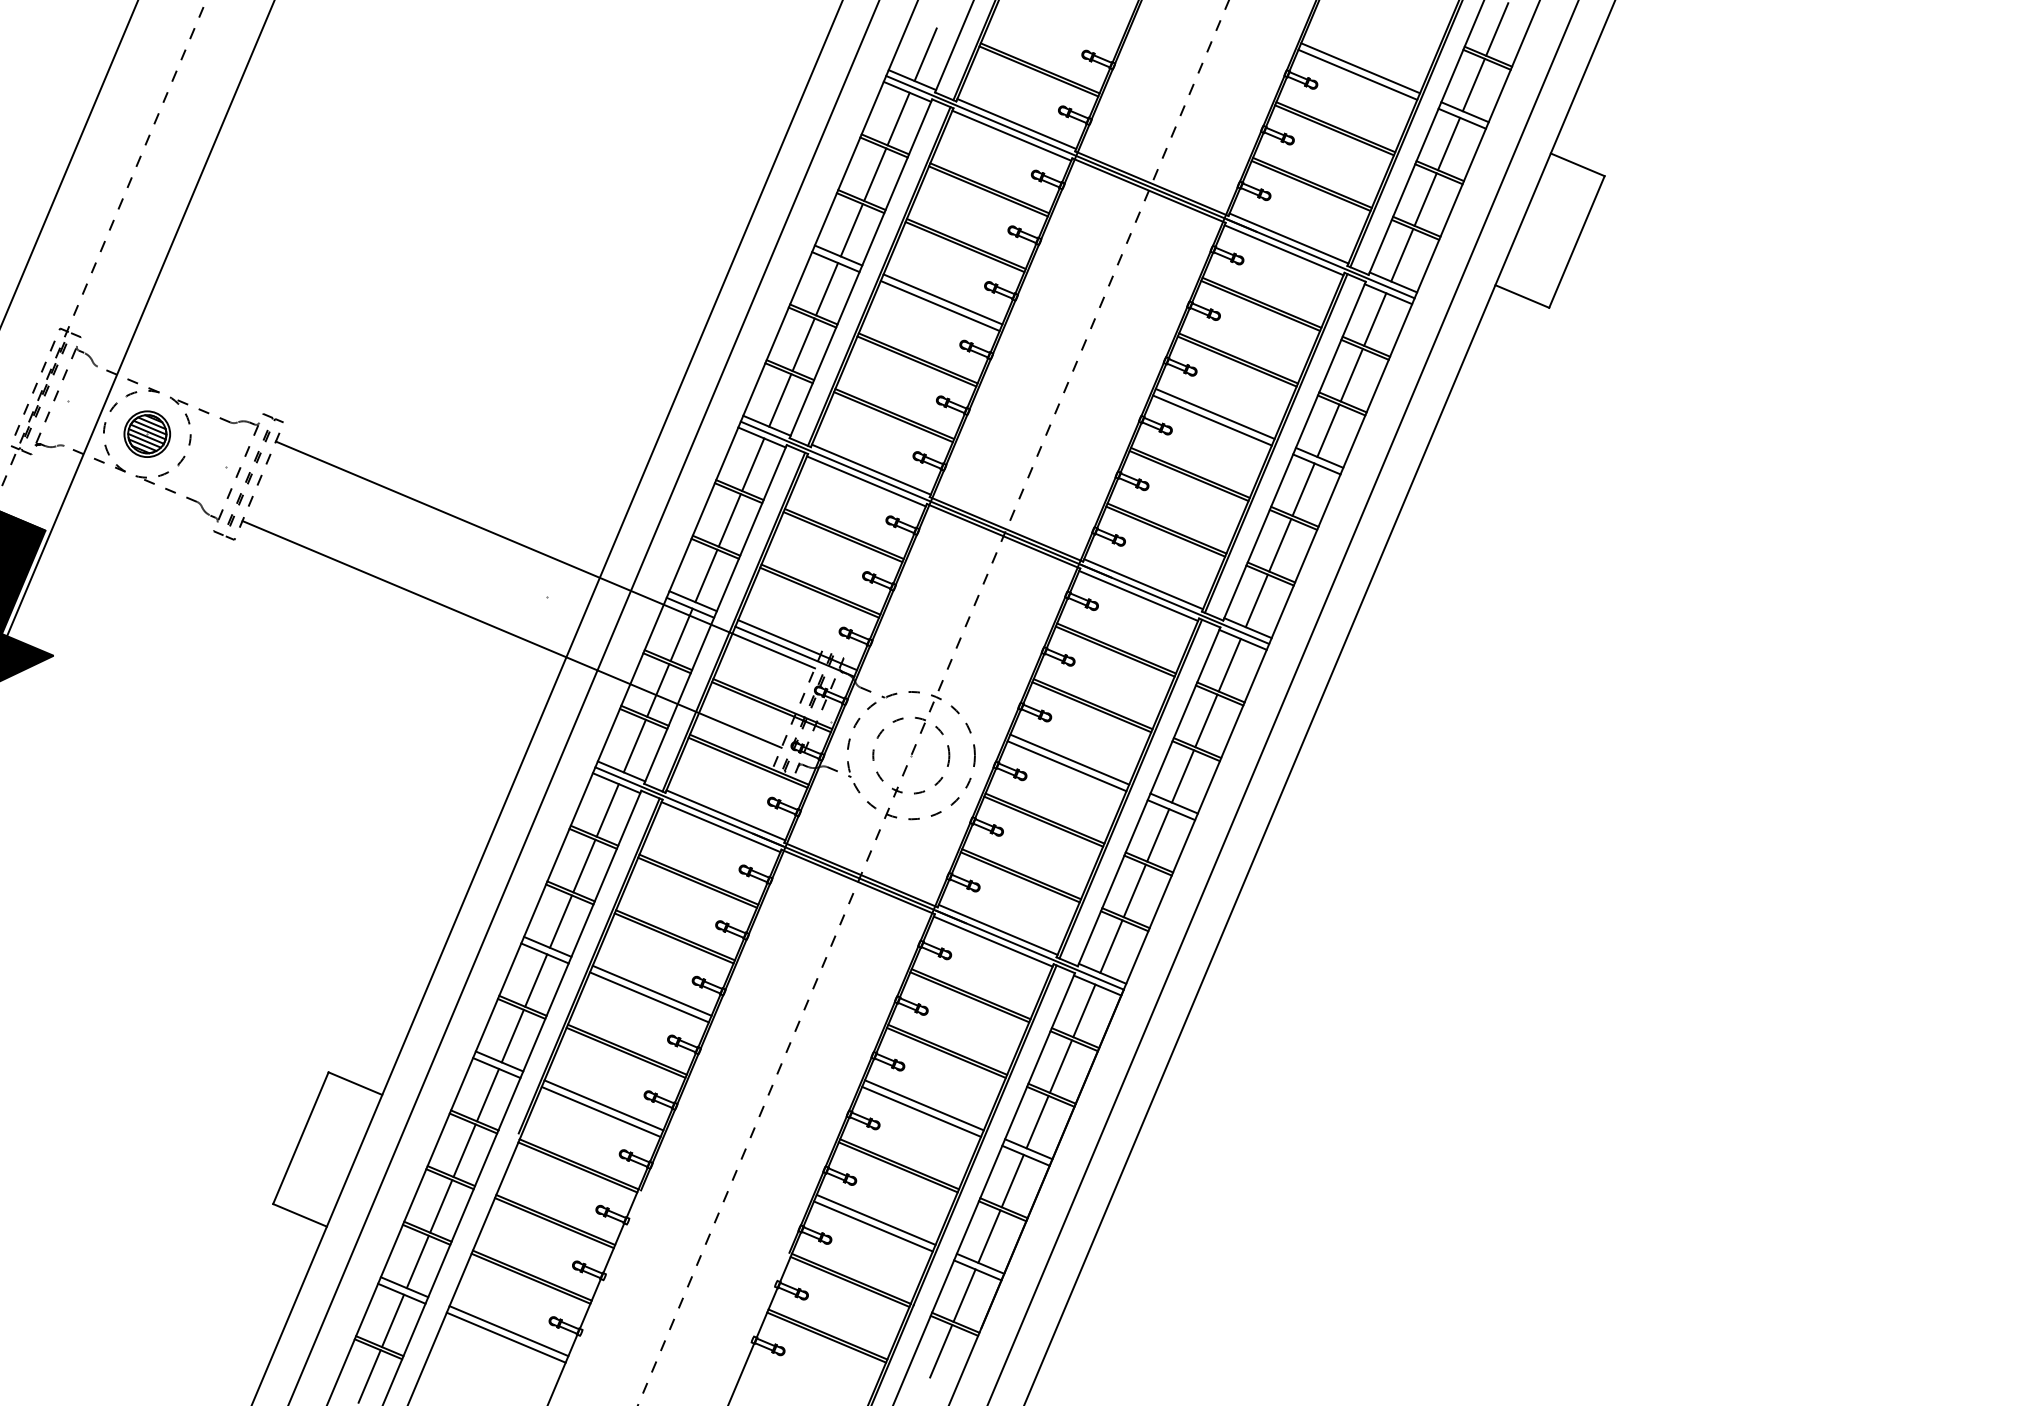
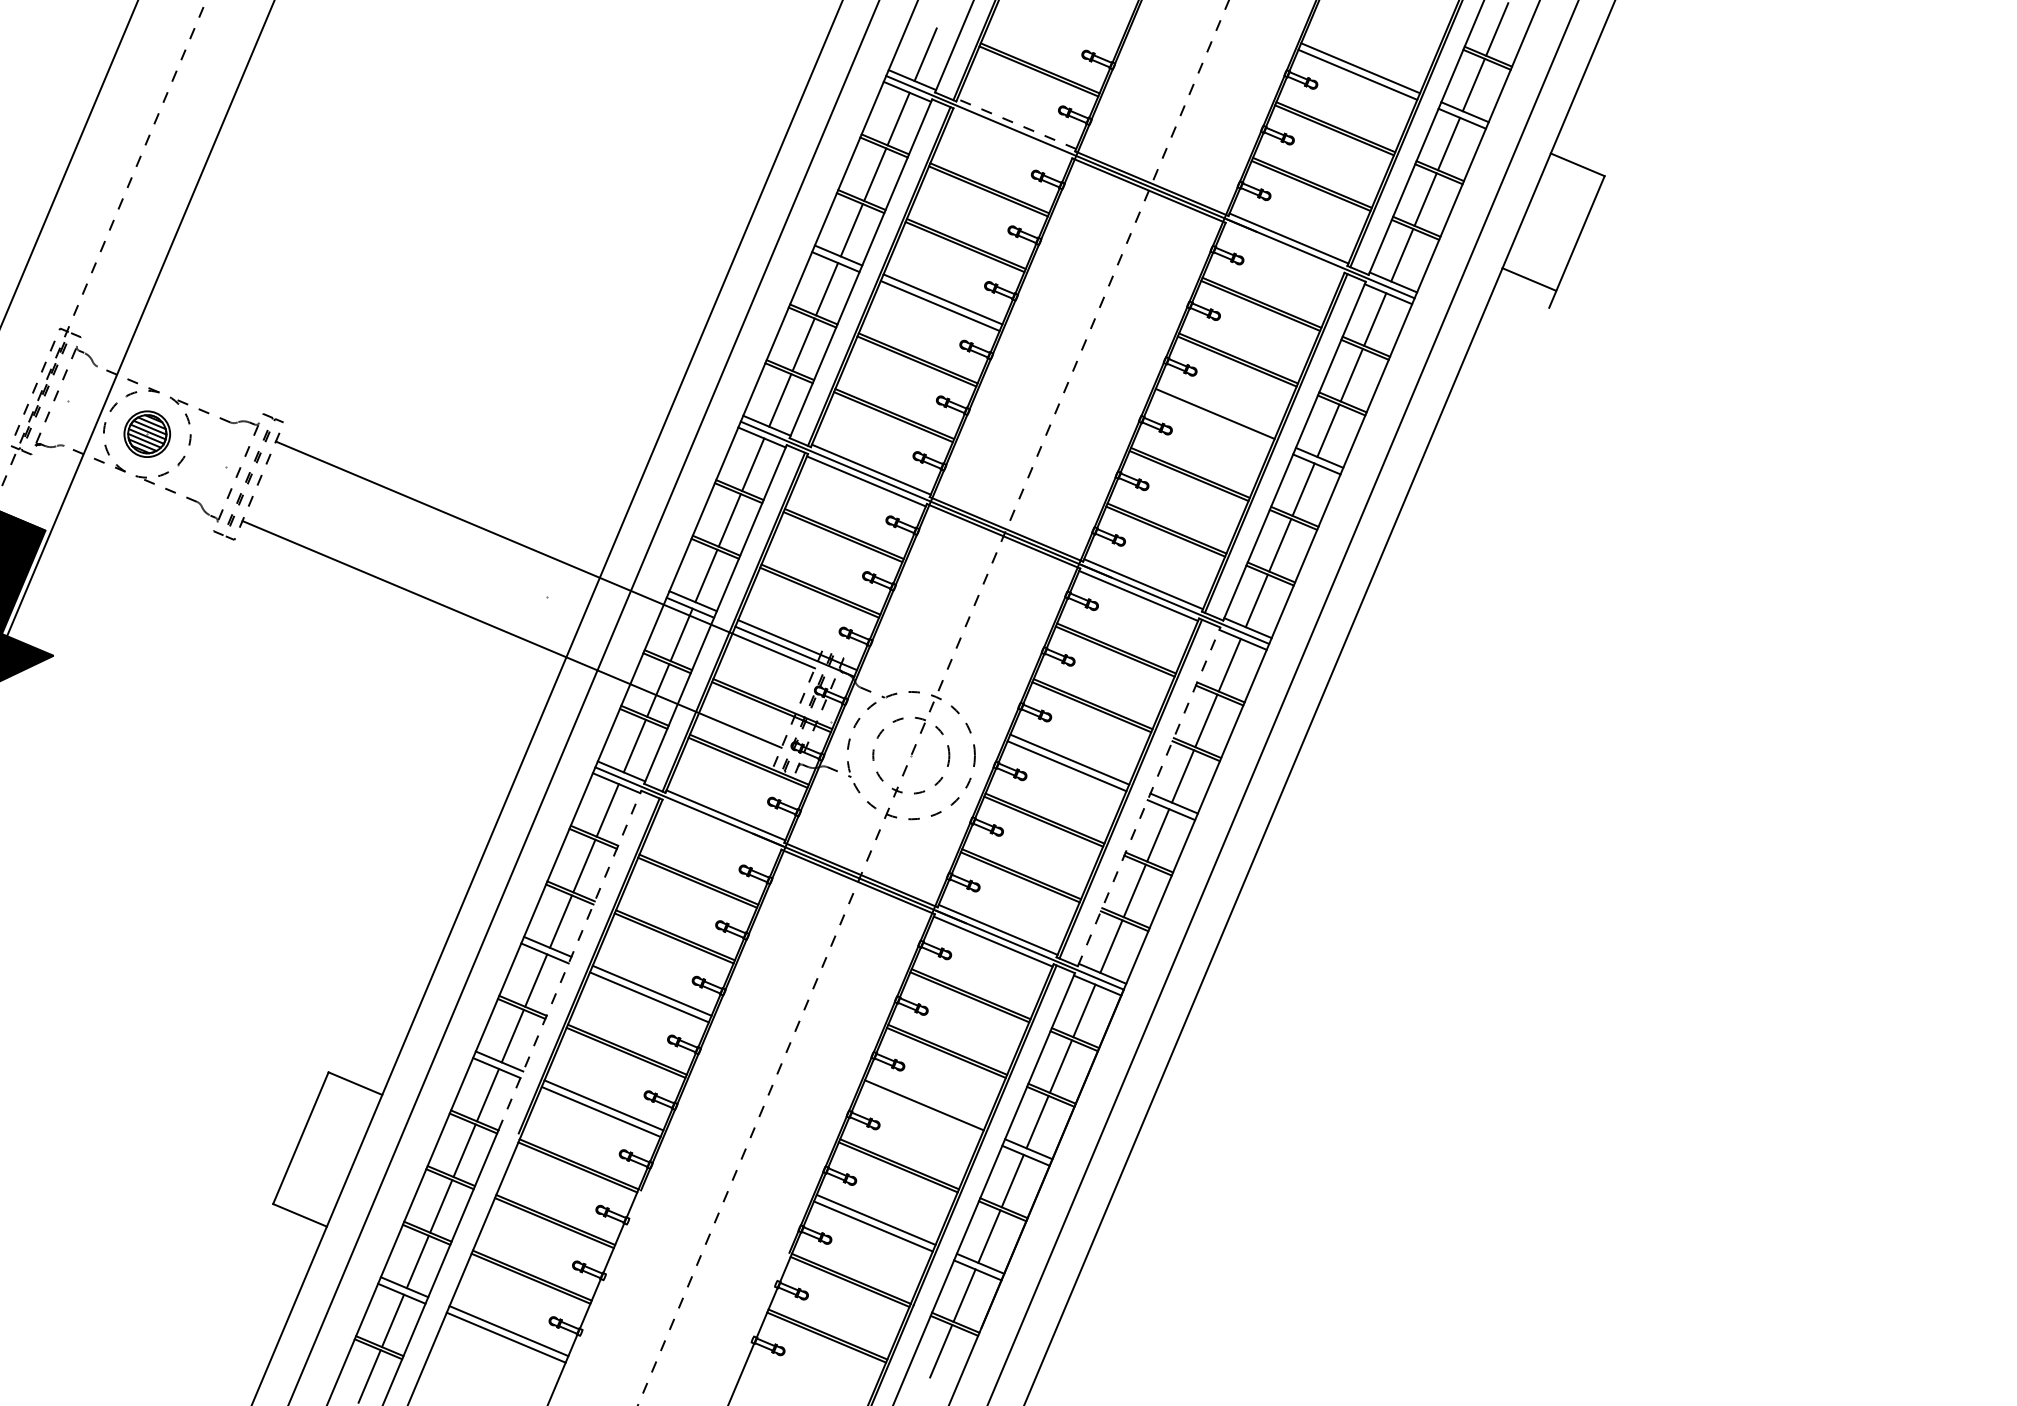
line at (1016, 123): solid -> dashed
line at (1011, 135): present -> none
line at (1283, 250): present -> none
line at (1522, 296) position: (1522, 296) -> (1529, 279)
line at (1212, 420): present -> none
line at (1149, 796): solid -> dashed
line at (720, 827): present -> none
line at (570, 960): solid -> dashed
line at (921, 1111): present -> none
